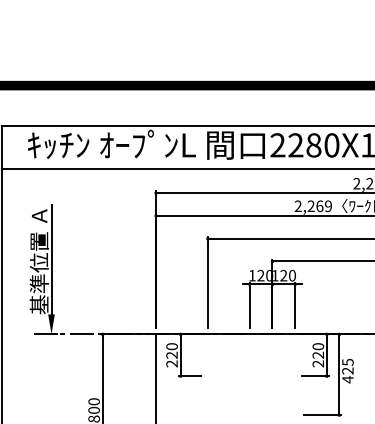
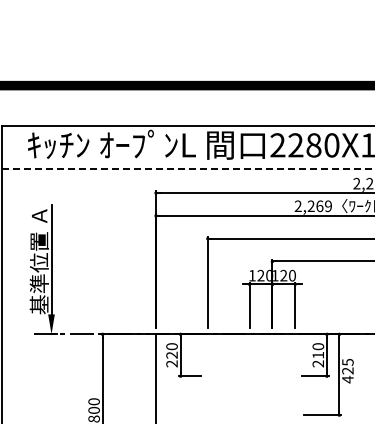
line at (188, 168): solid -> dashed
text at (317, 354): 220 -> 210
